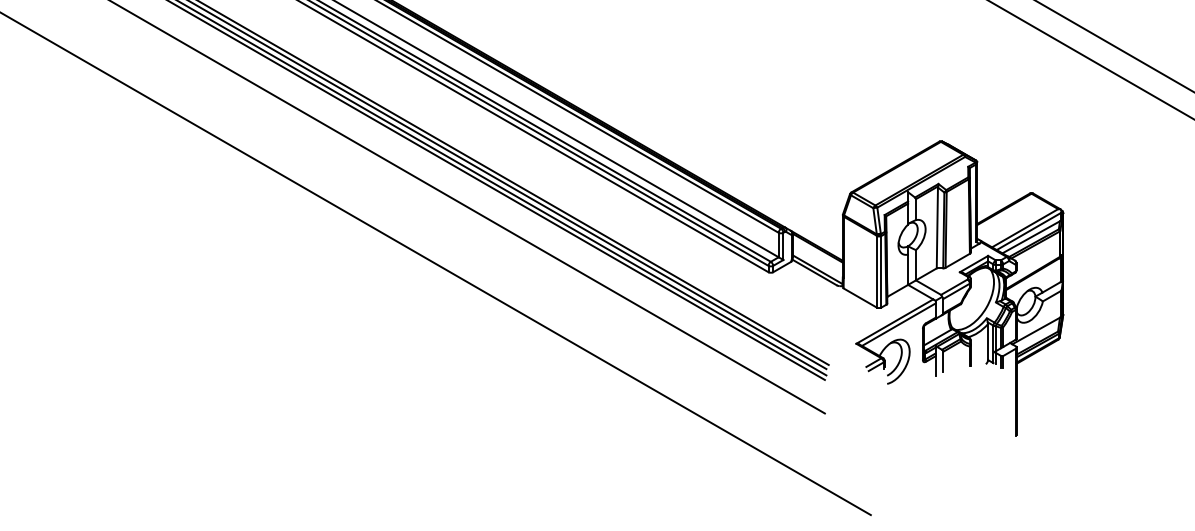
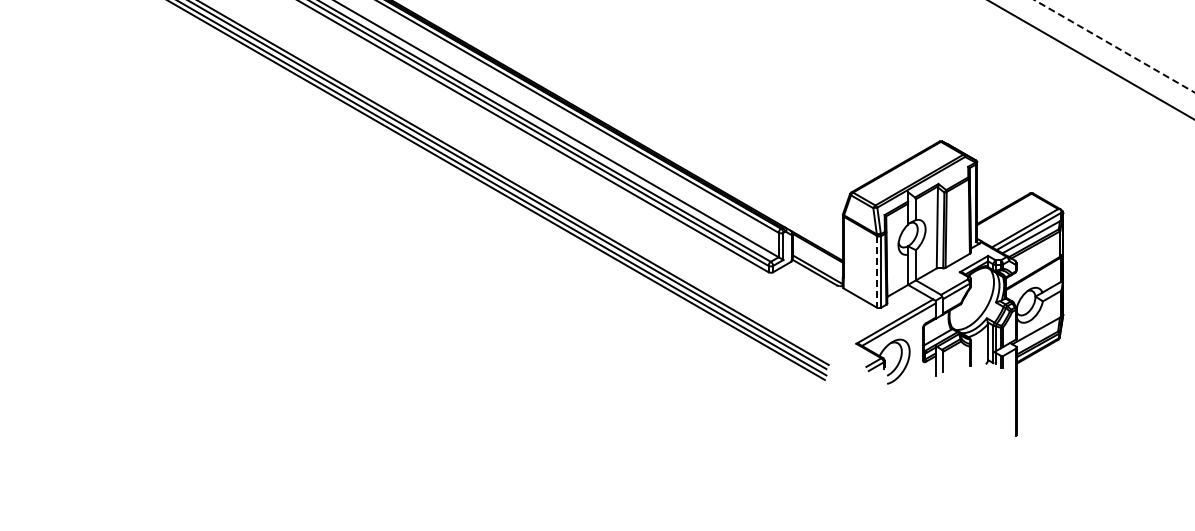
line at (1114, 46): solid -> dashed
line at (468, 207): present -> none
line at (436, 264): present -> none
line at (876, 271): solid -> dashed
